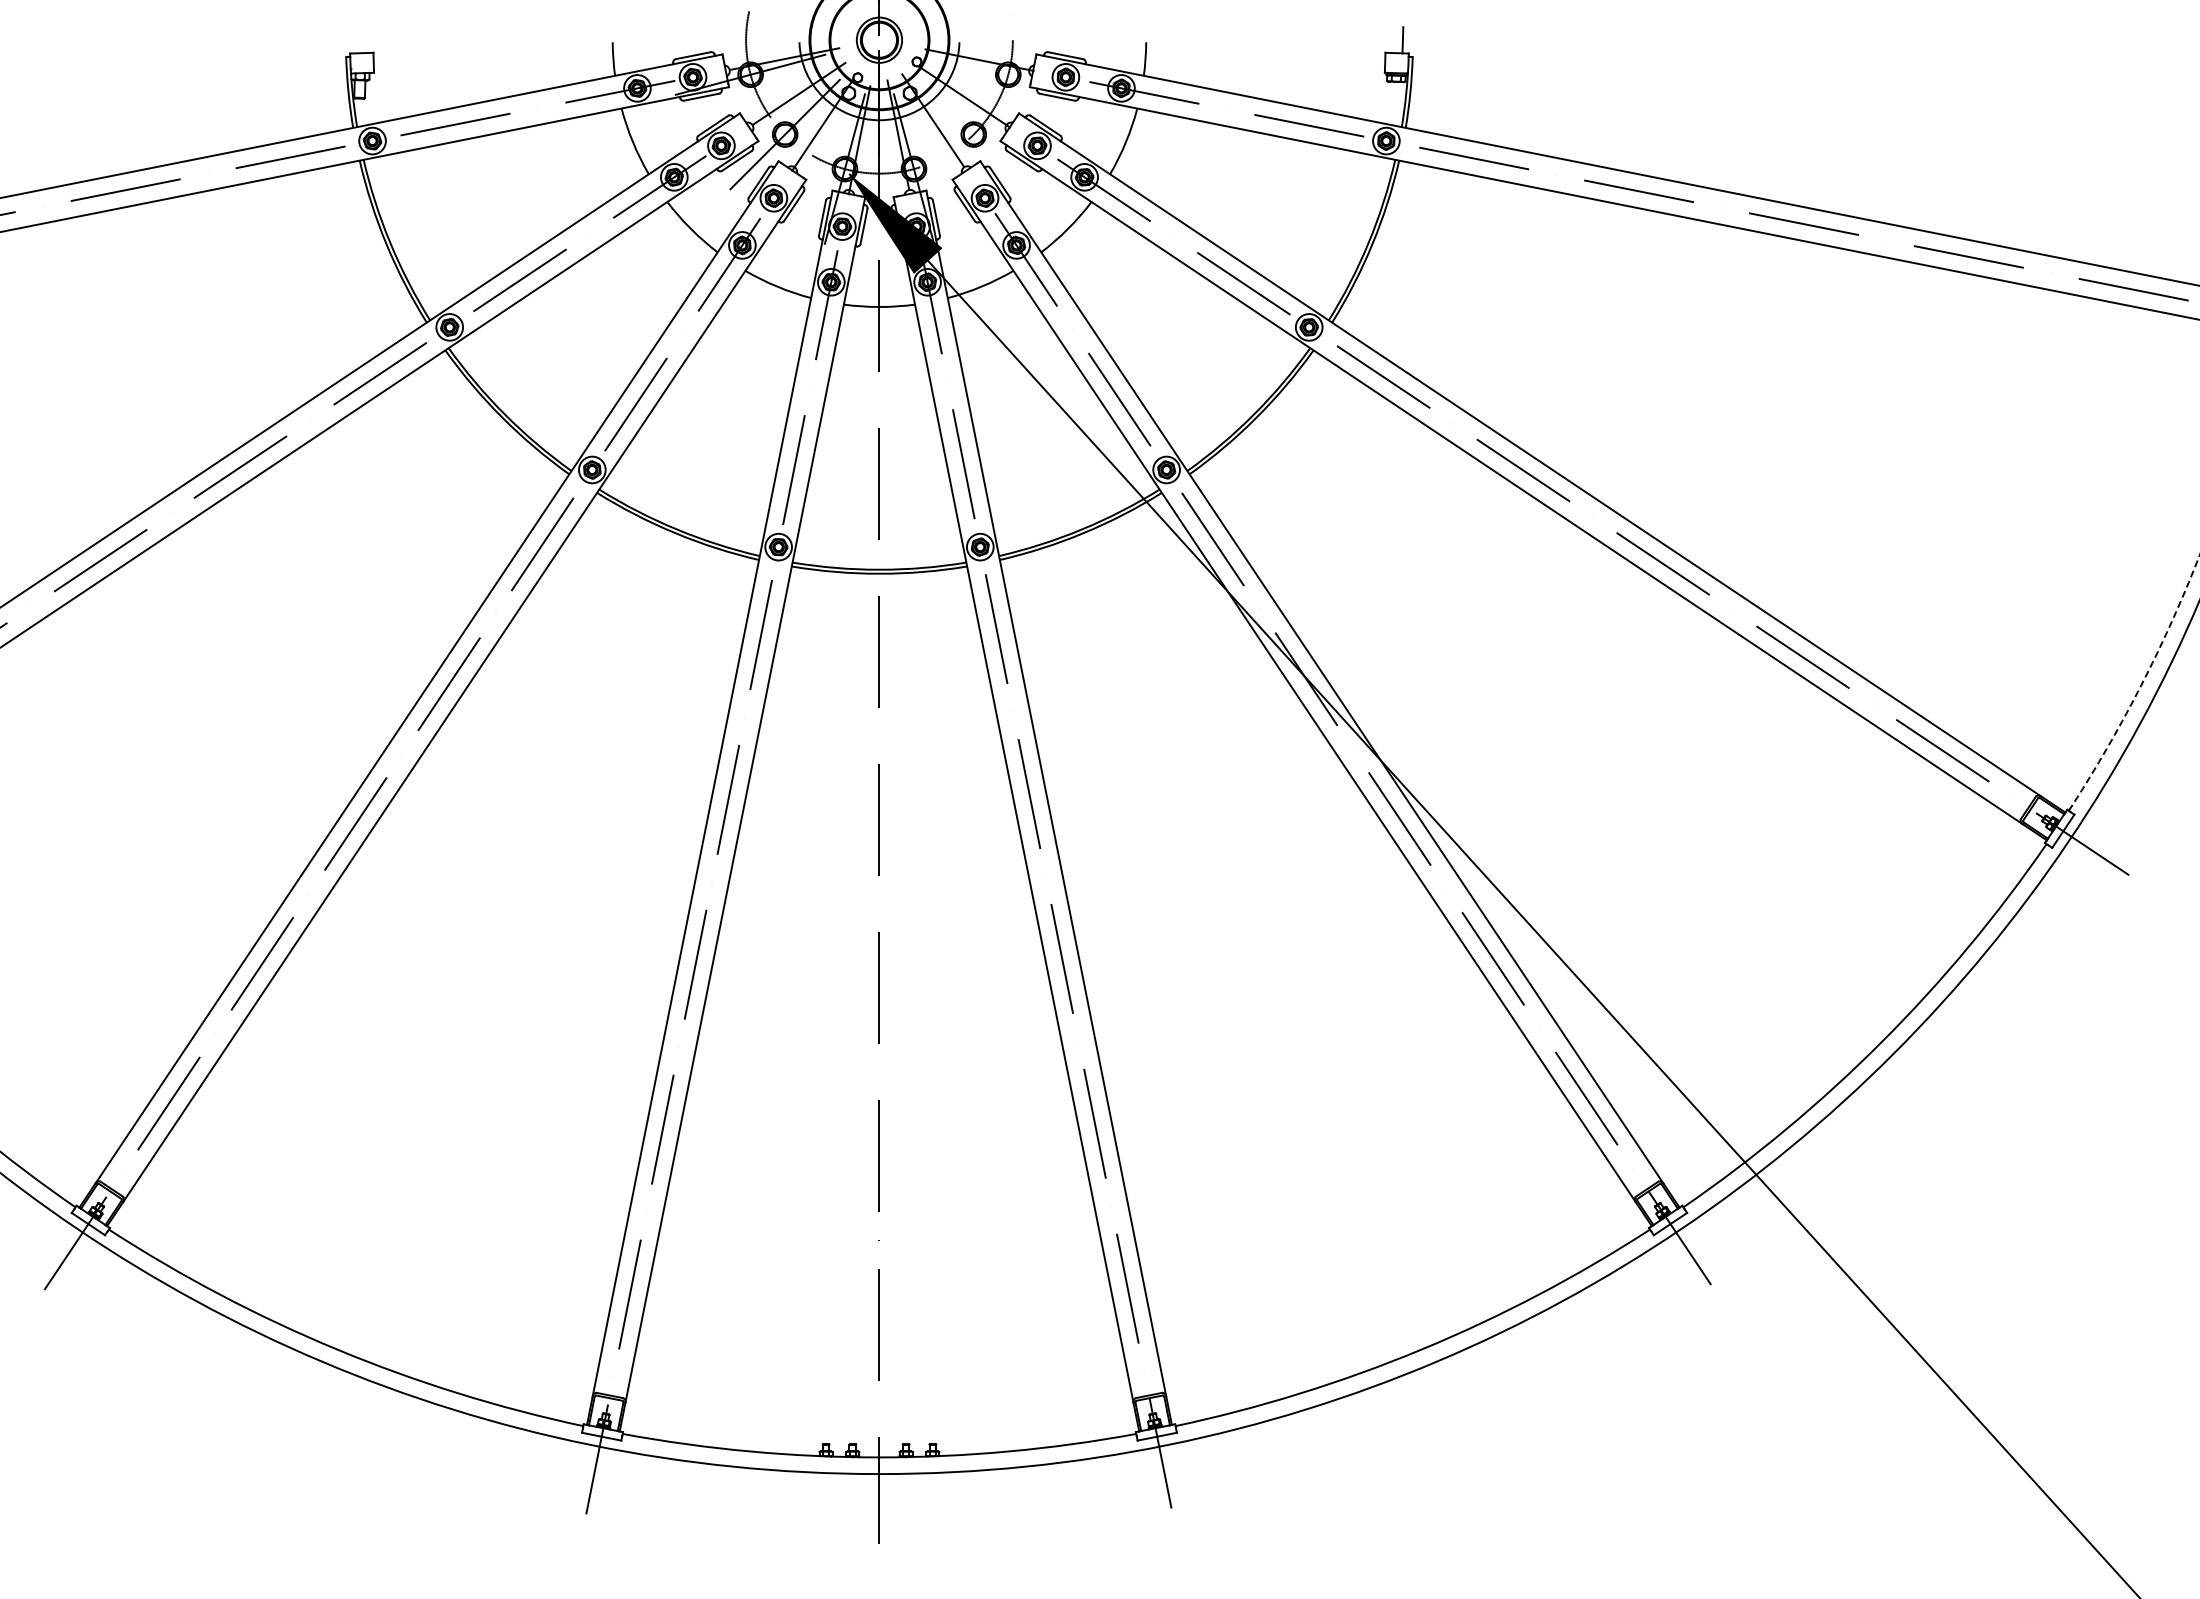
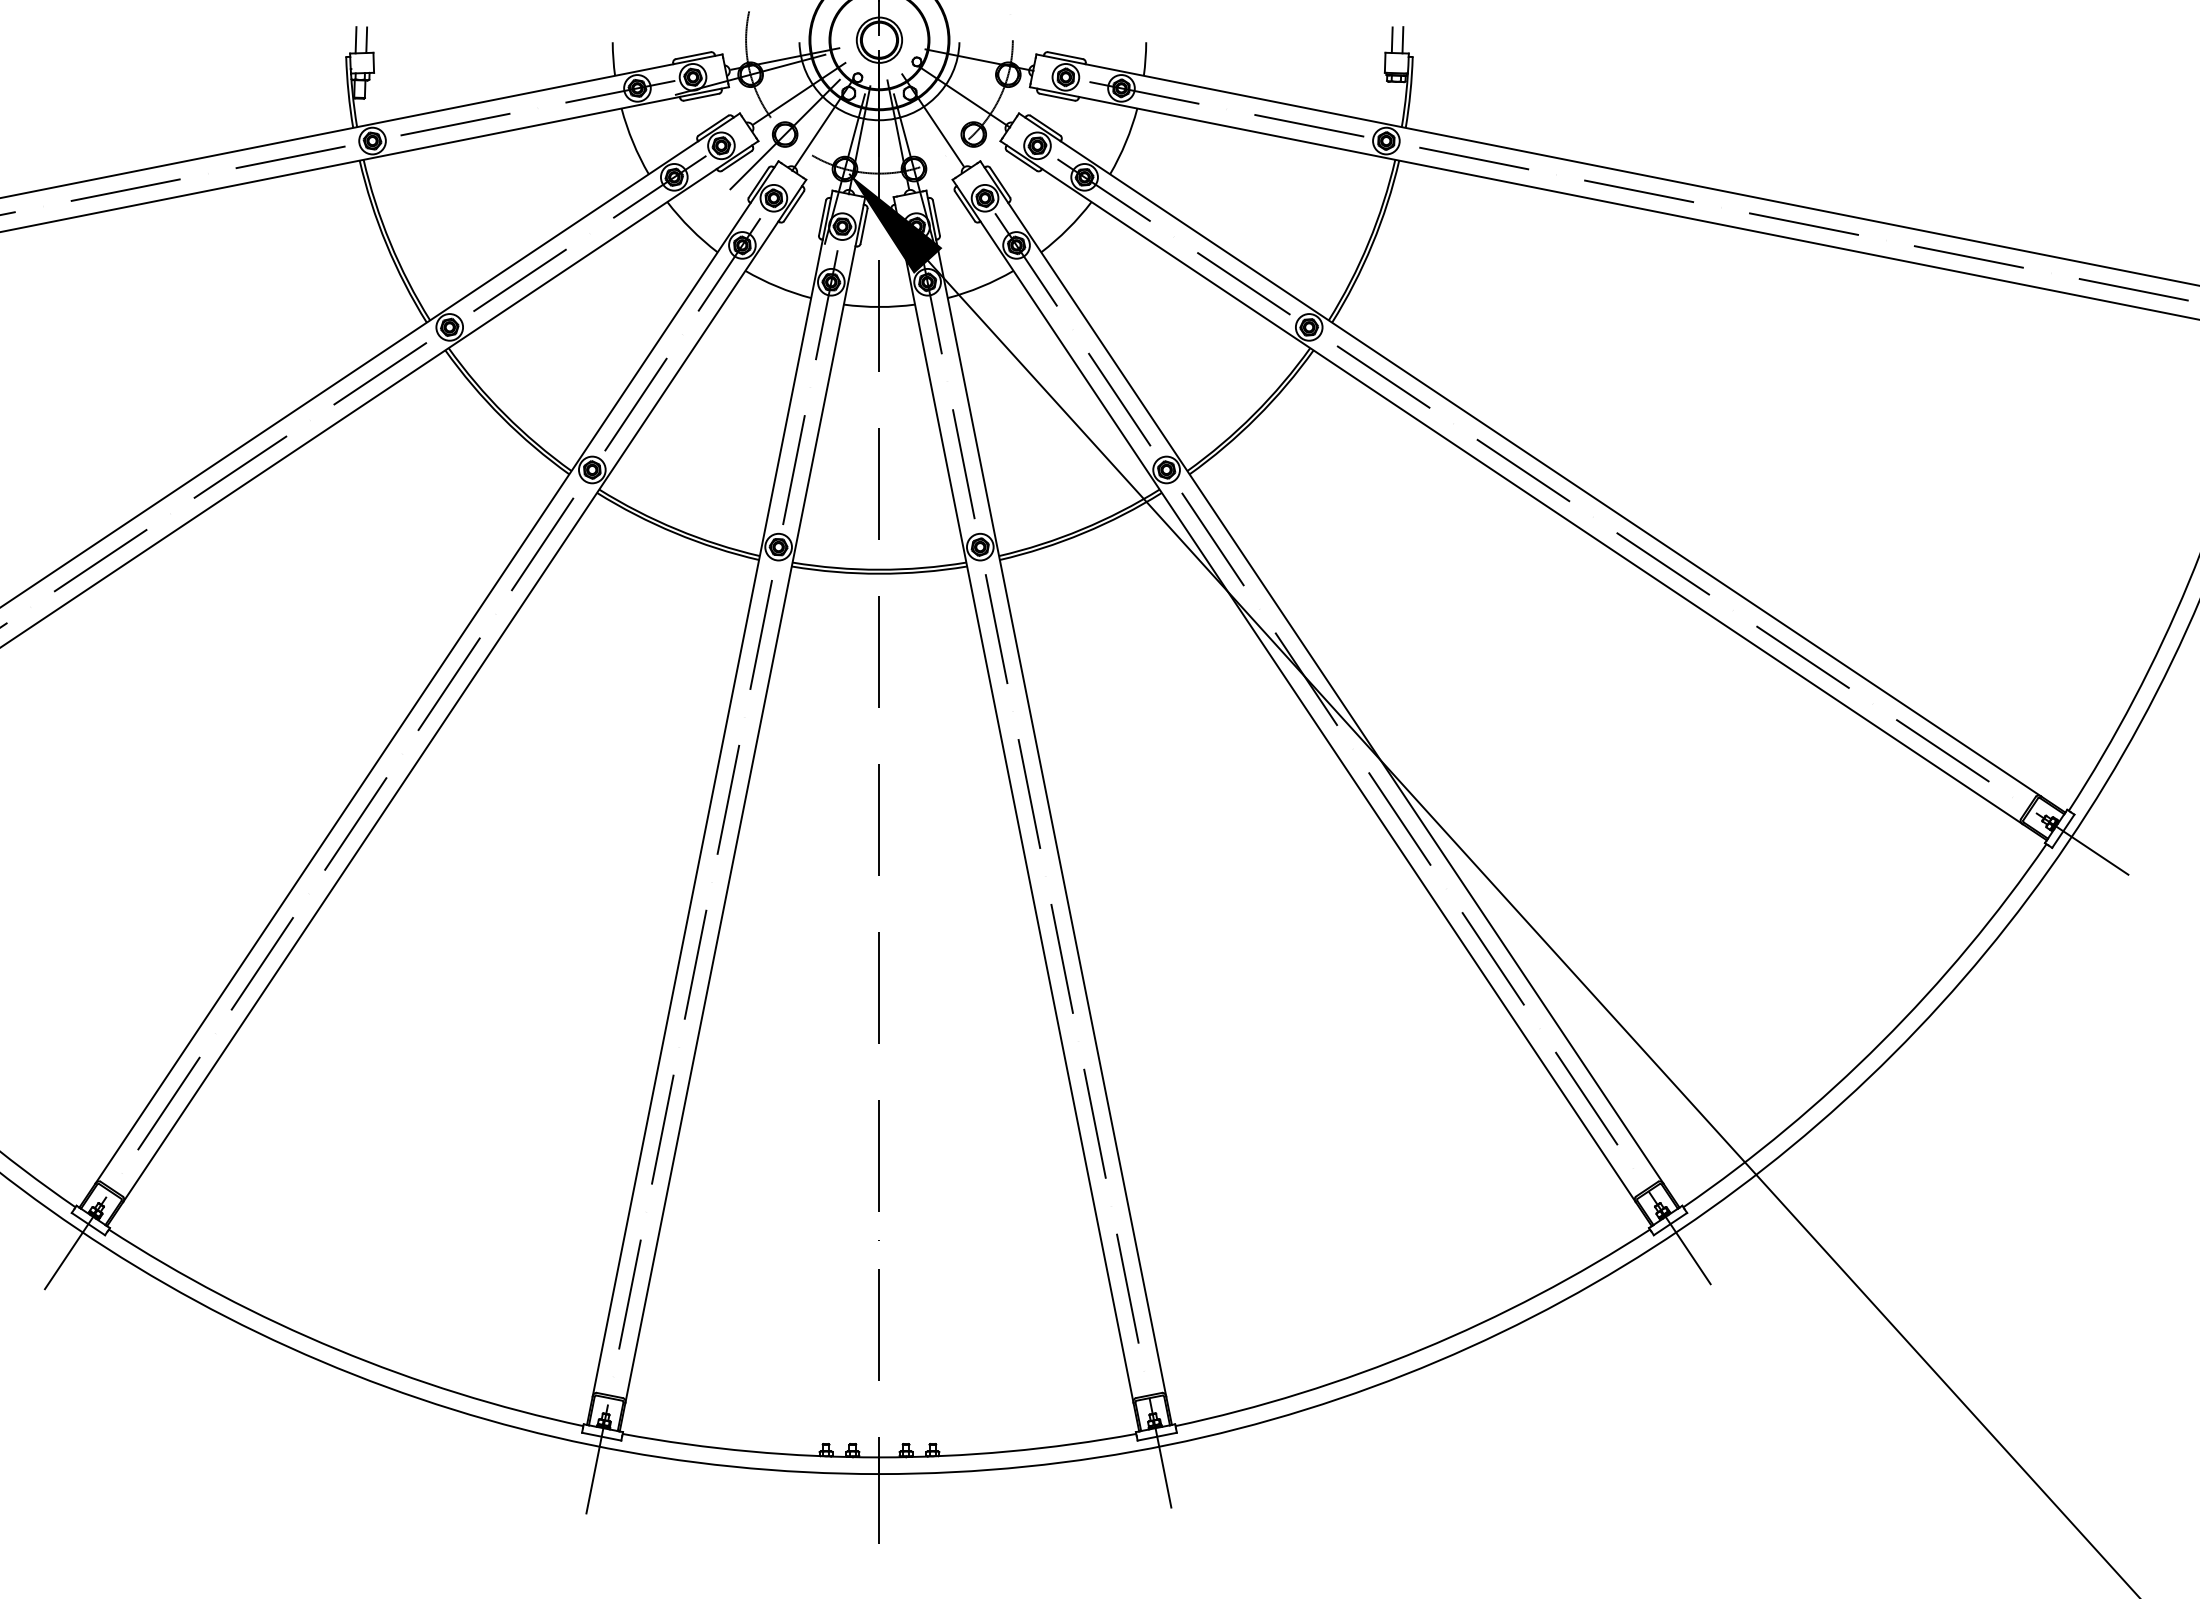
line at (355, 40): none -> present
line at (366, 40): none -> present
line at (1391, 40): none -> present
arc at (2140, 686): dashed -> solid
